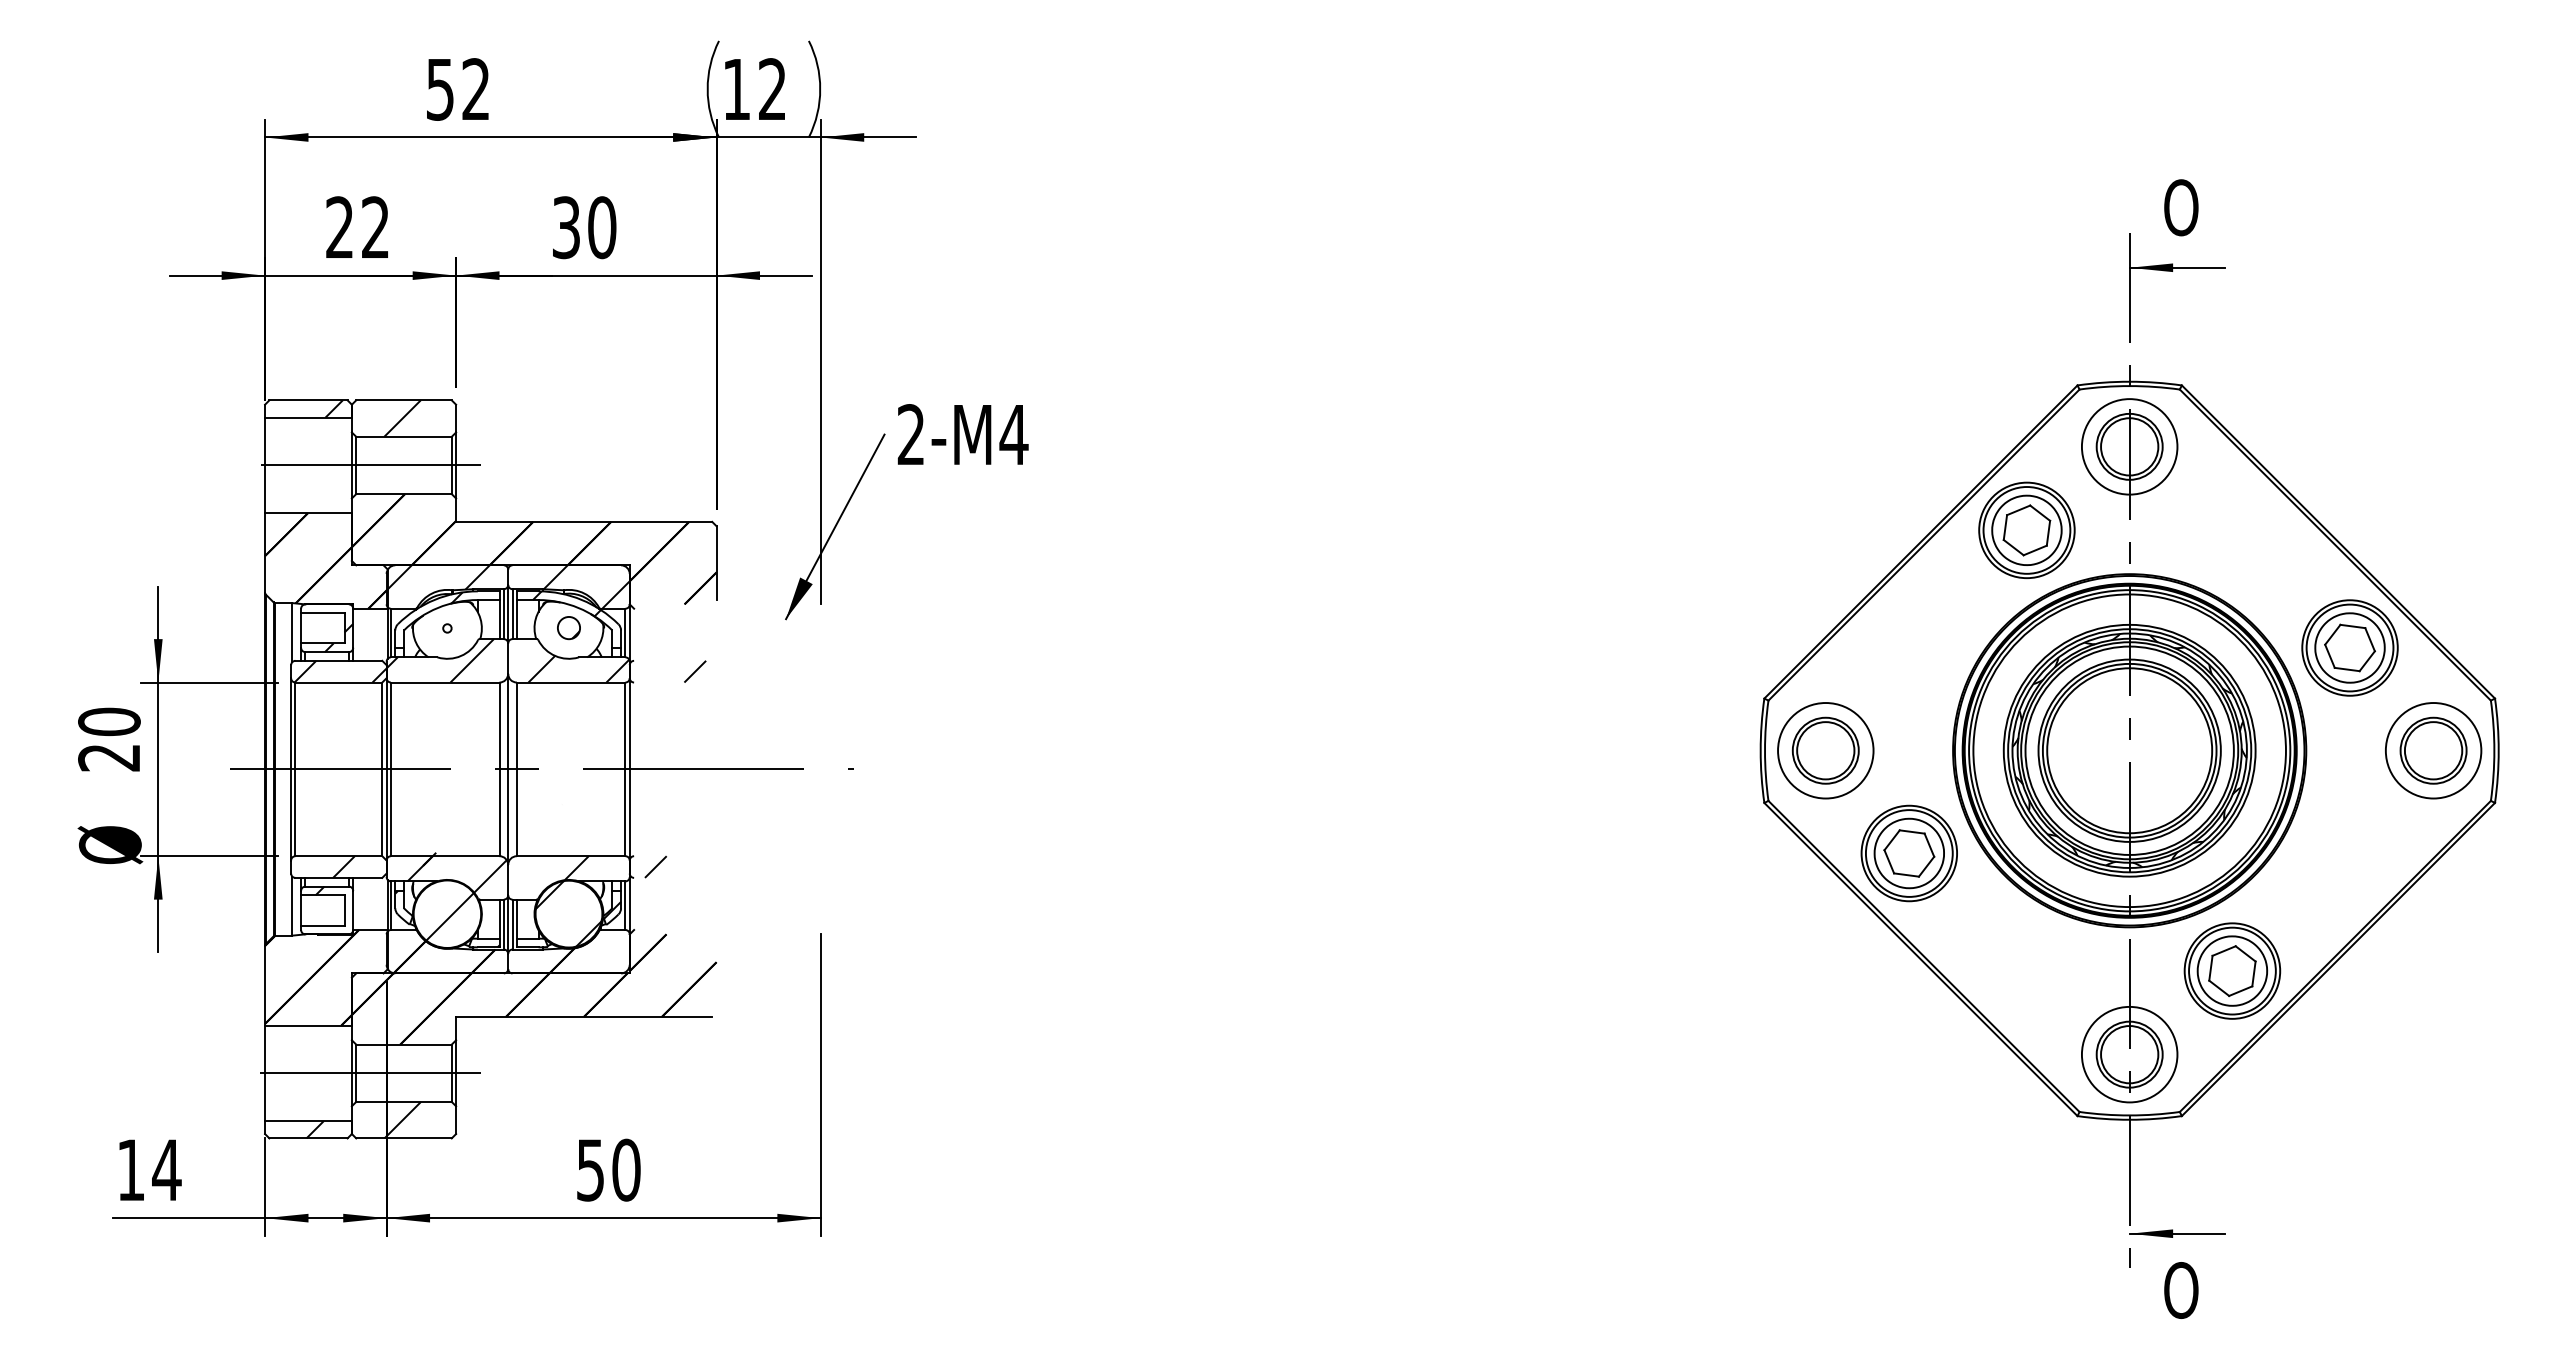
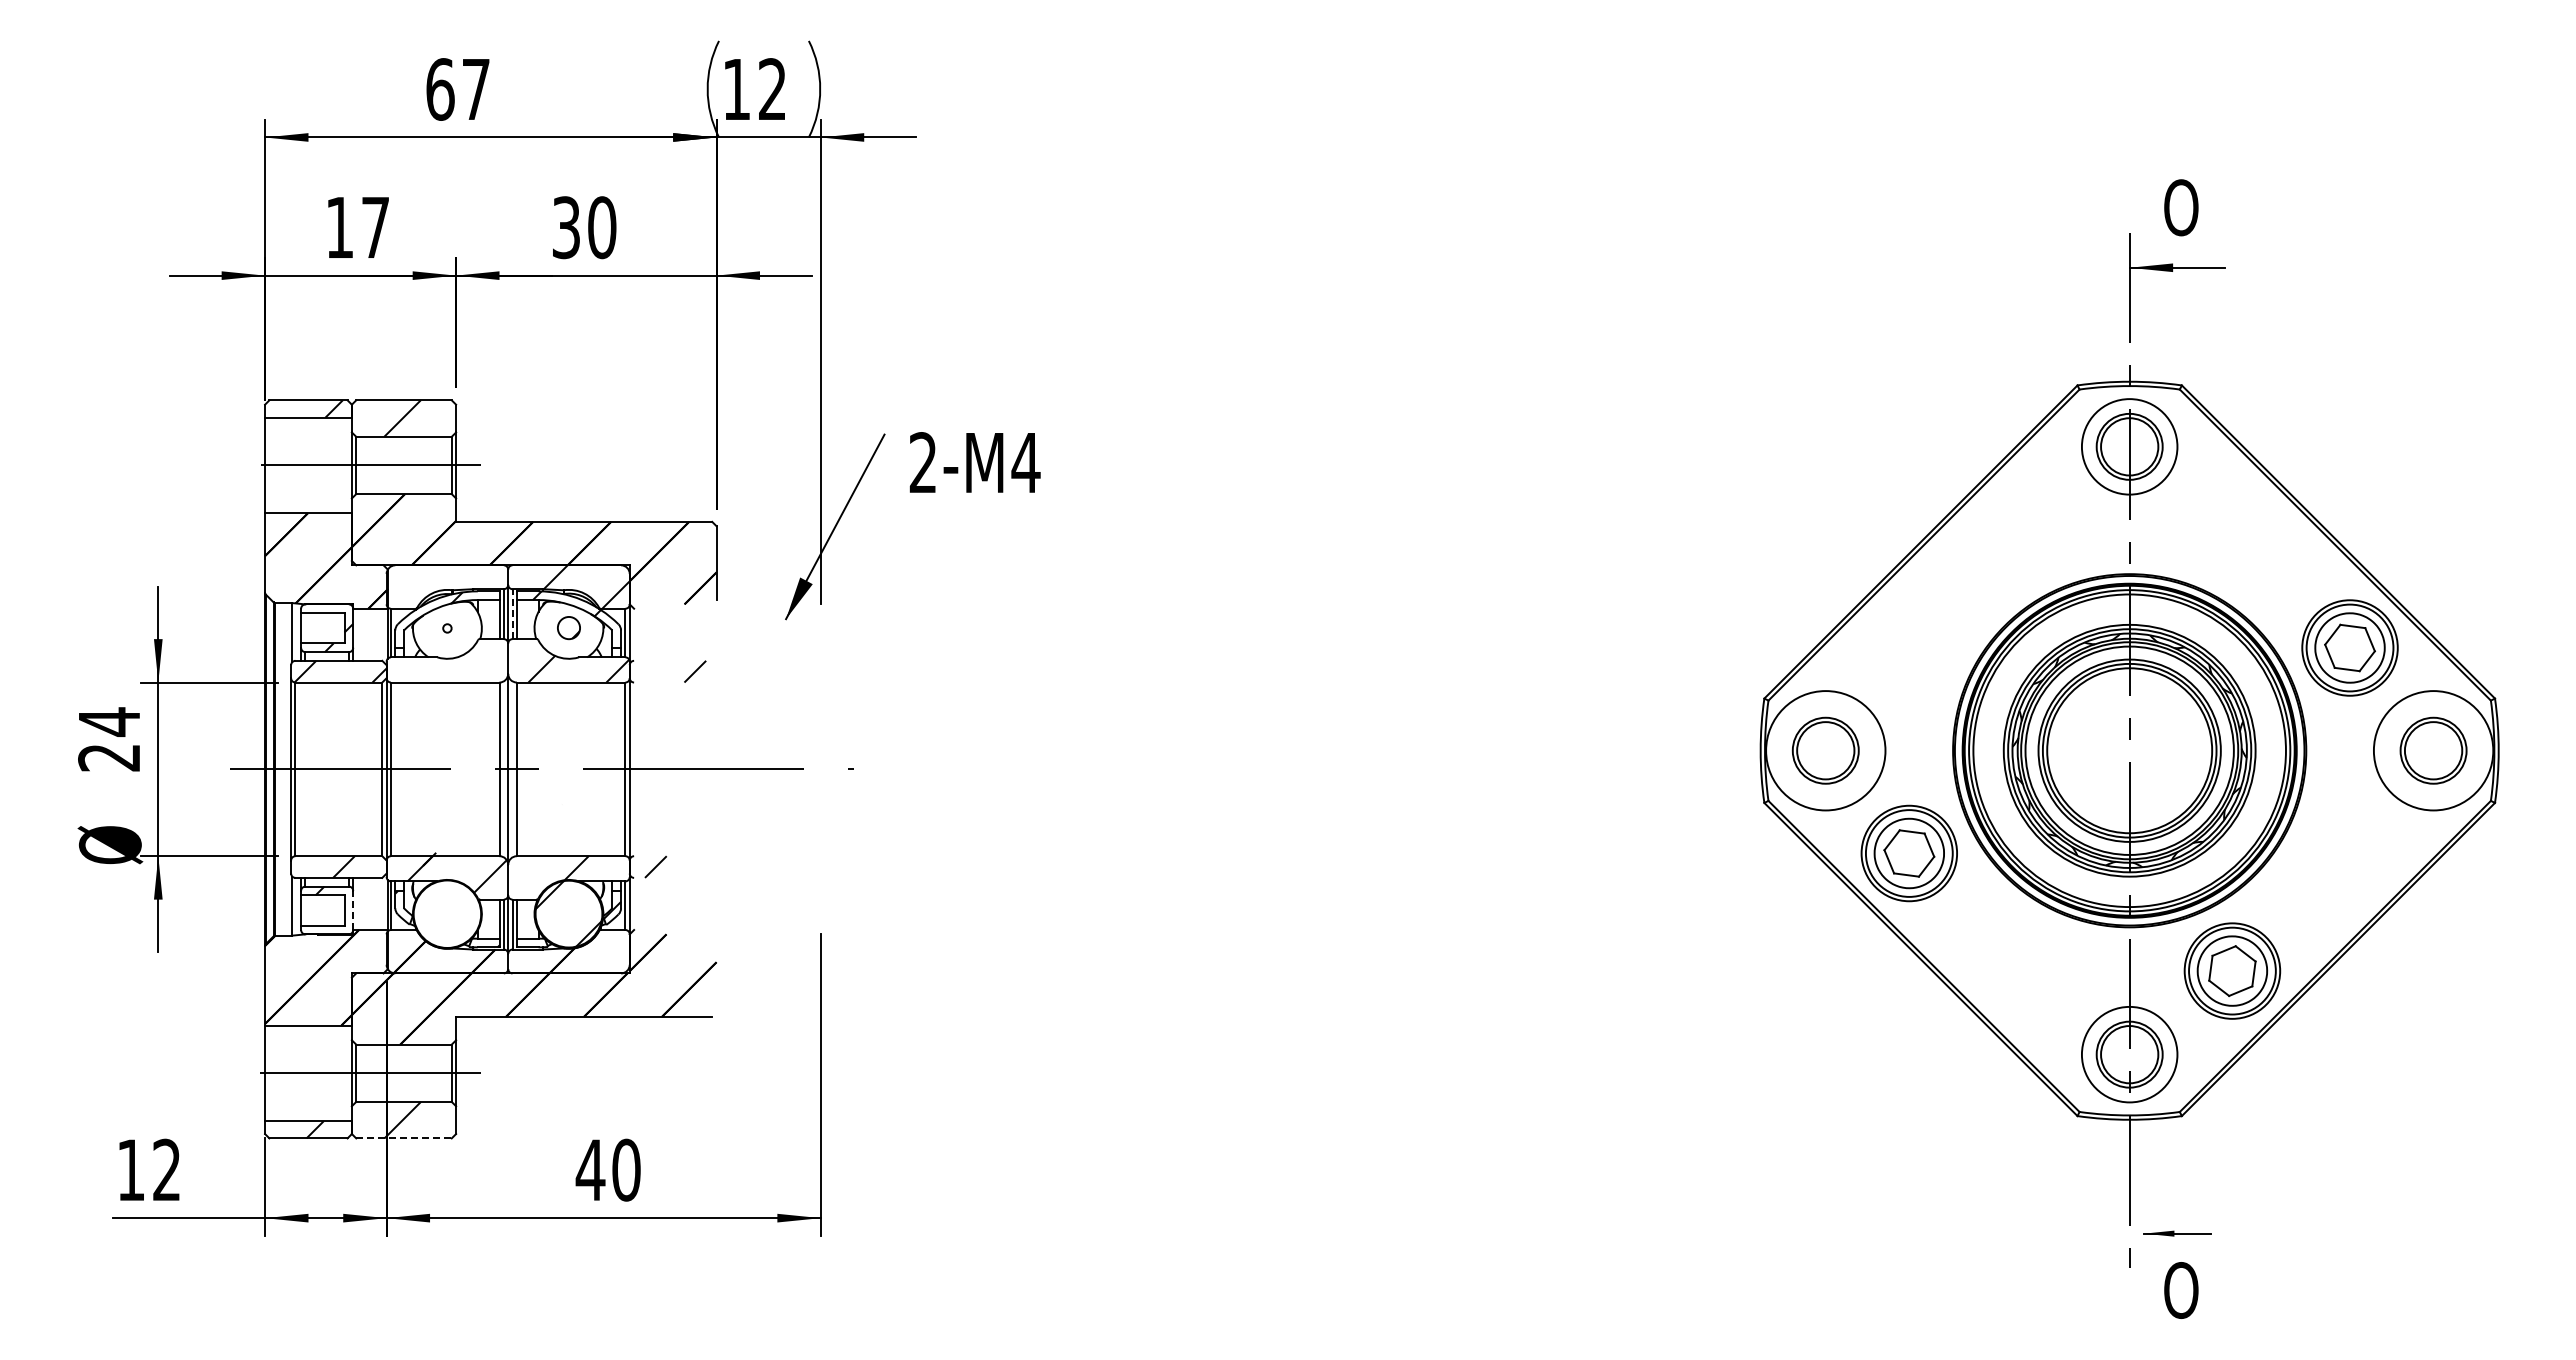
text at (457, 89): 52 -> 67
text at (357, 226): 22 -> 17
text at (962, 434) position: (962, 434) -> (974, 462)
part at (2026, 530): present -> none
hatch at (437, 577): present -> none
line at (512, 614): solid -> dashed
hatch at (439, 660): present -> none
text at (109, 721): 20 -> 24
circle at (1825, 750) diameter: 96 px -> 119 px
circle at (2433, 750) diameter: 96 px -> 119 px
line at (353, 910): solid -> dashed
hatch at (449, 916): present -> none
line at (404, 1138): solid -> dashed
text at (166, 1169): 14 -> 12
text at (590, 1170): 50 -> 40
part at (2177, 1233) size: 97x9 px -> 69x7 px
